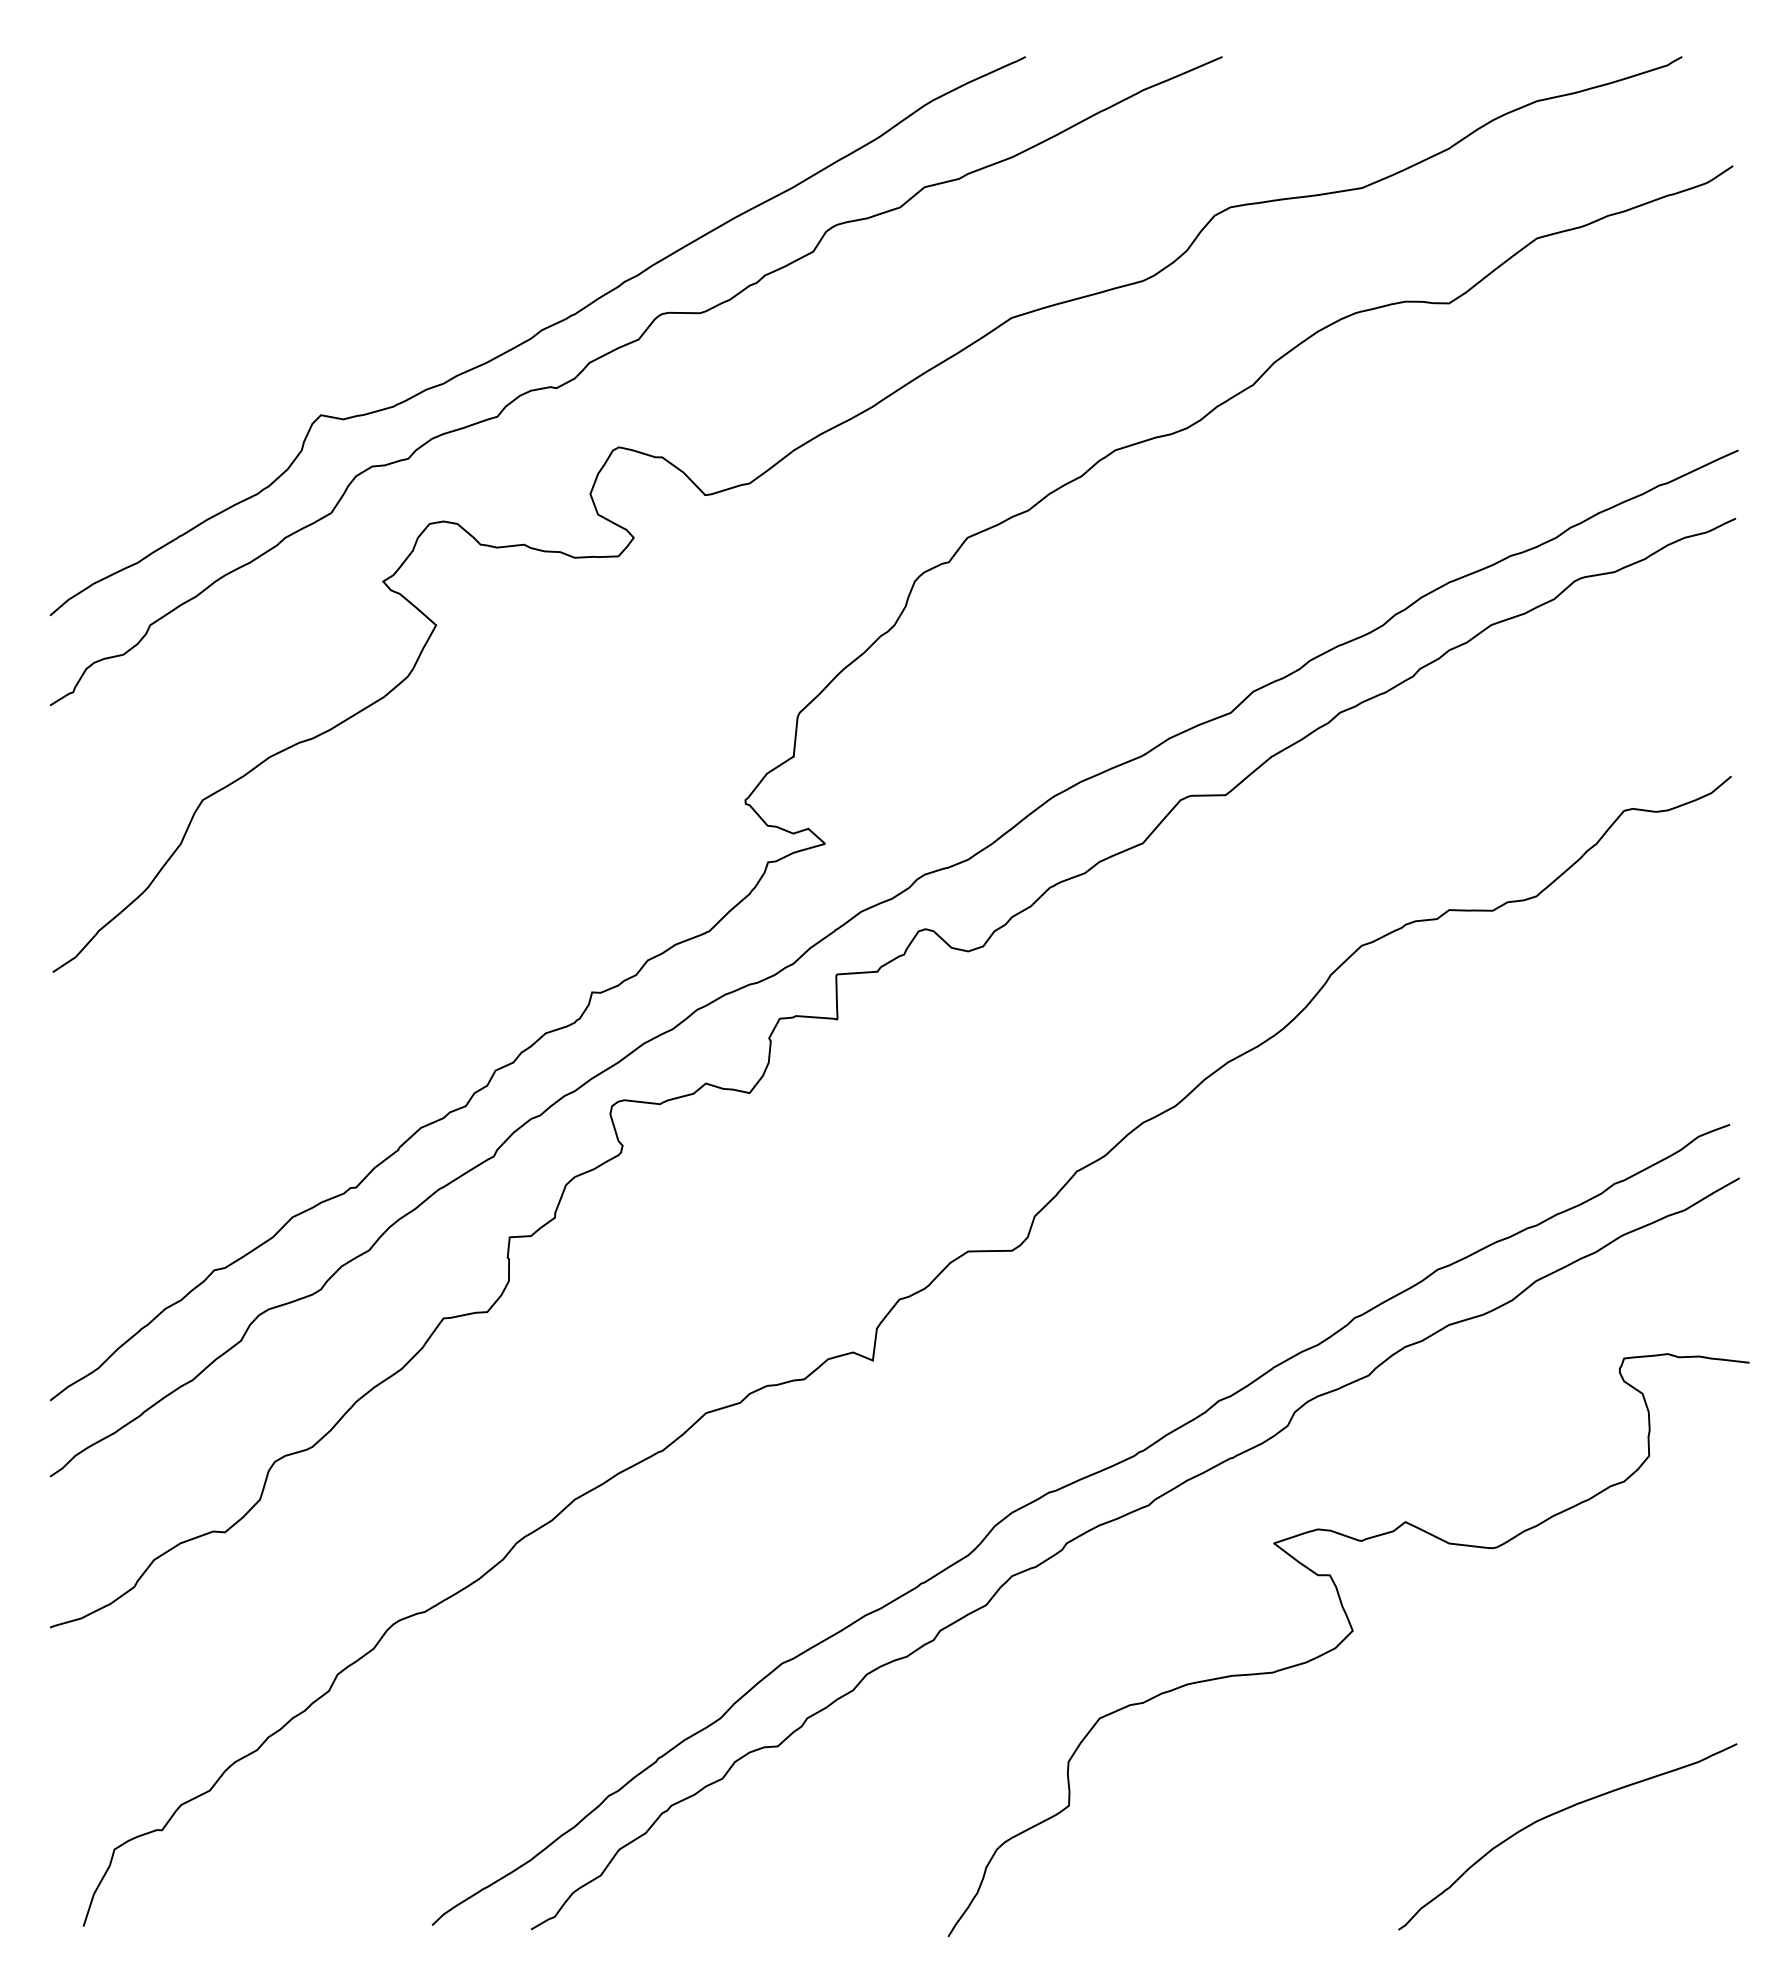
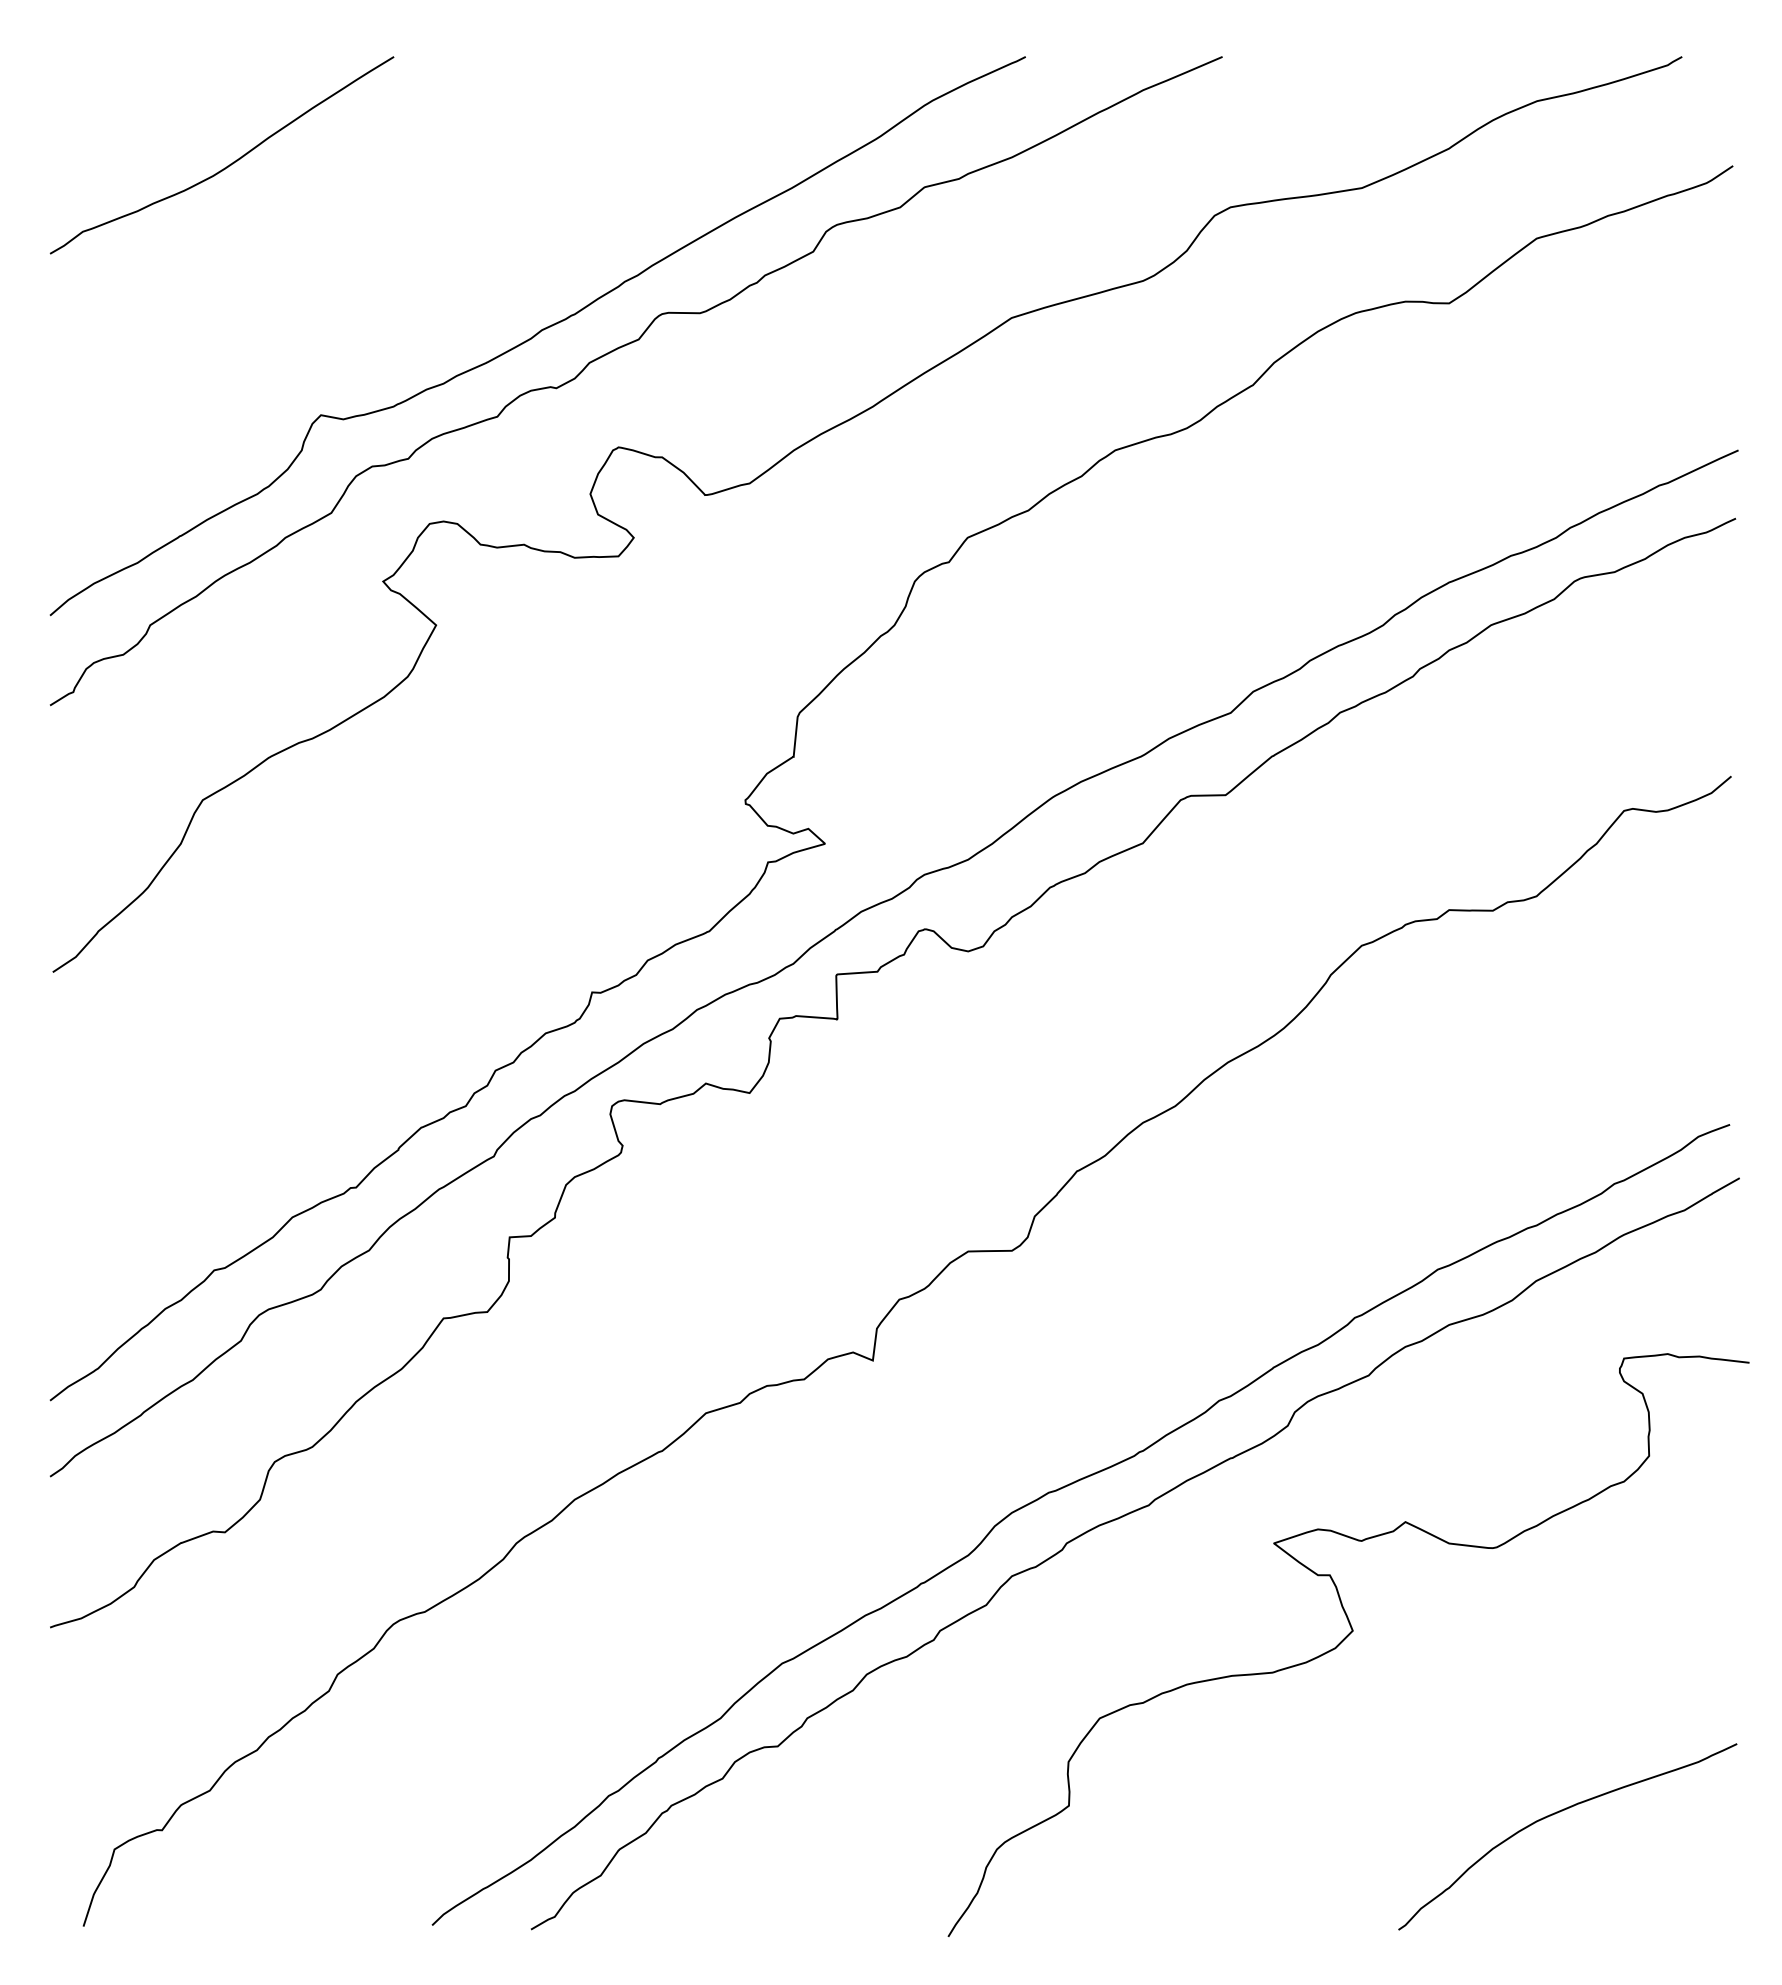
curve at (227, 165): none -> present
